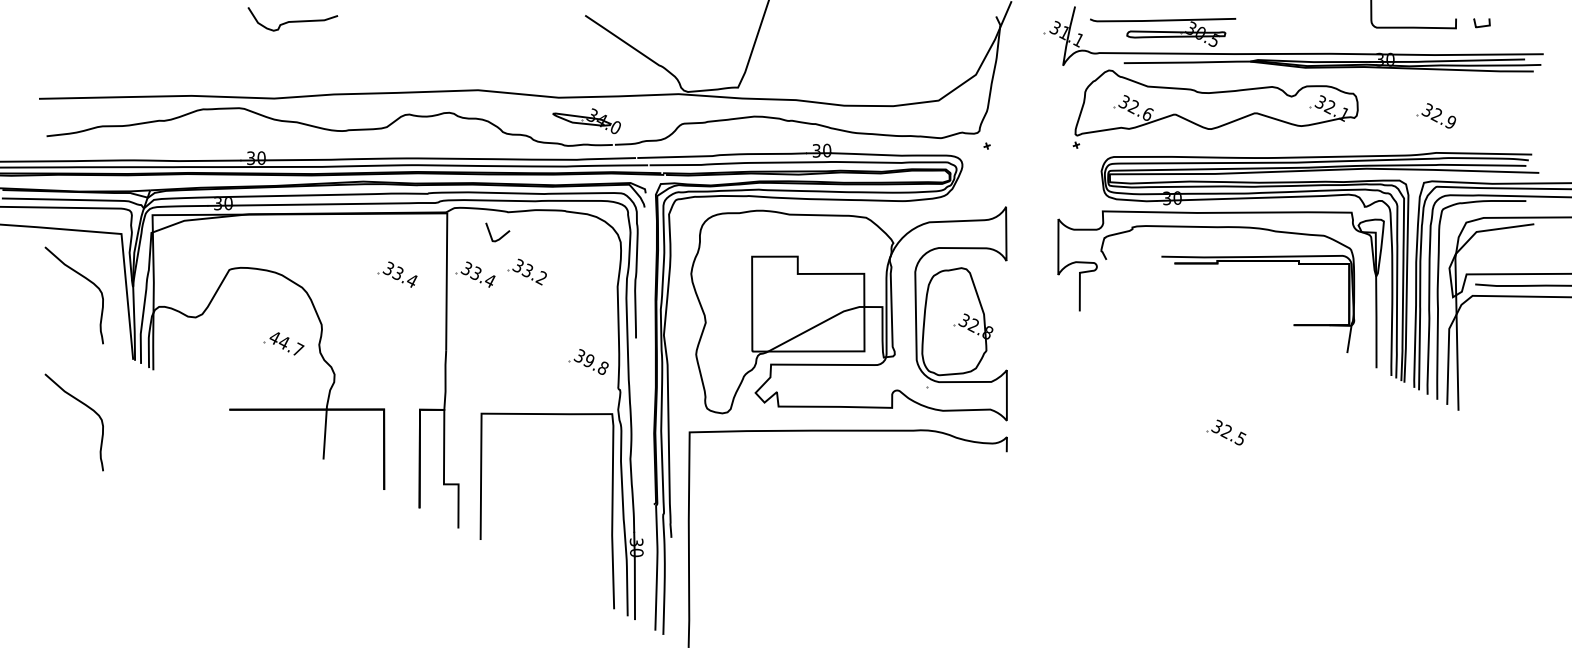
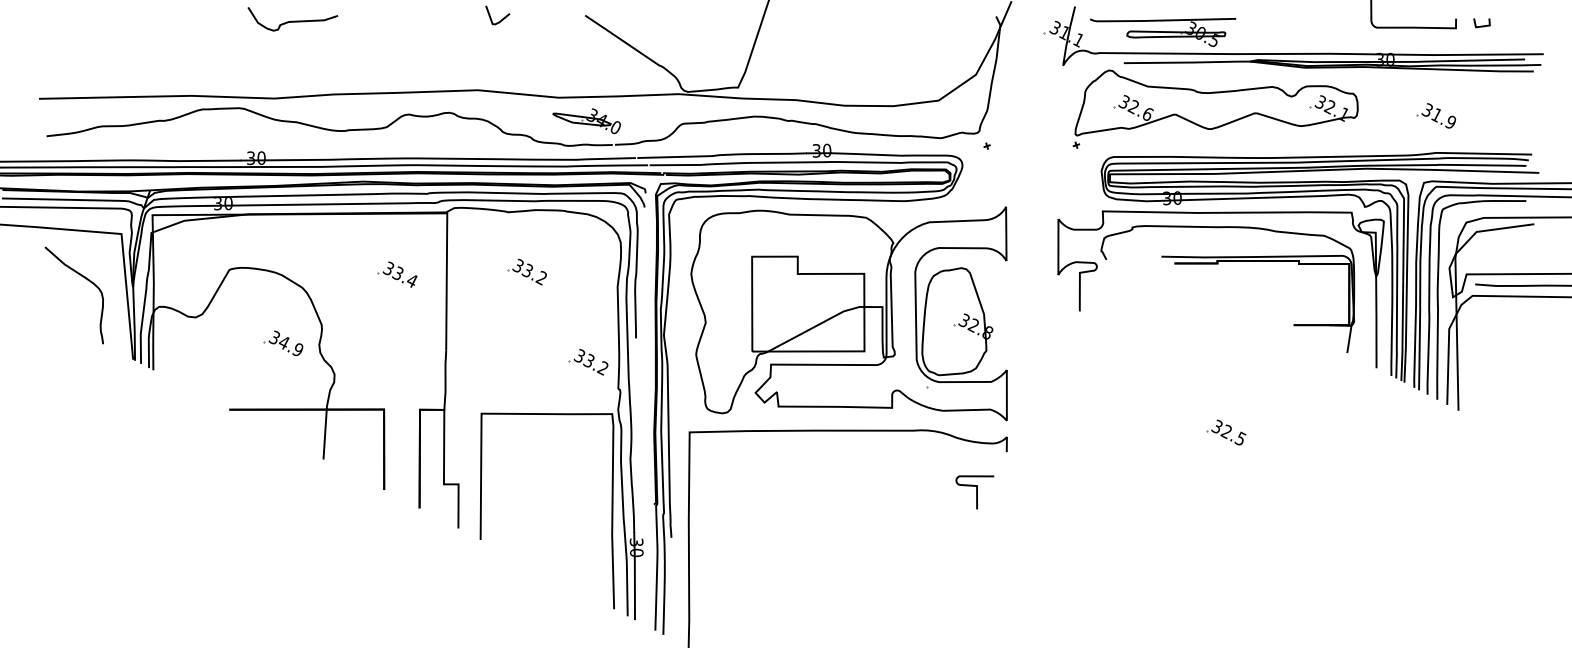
text at (1435, 115): 32.9 -> 31.9
line at (501, 236) position: (501, 236) -> (501, 19)
part at (475, 274): present -> none
text at (286, 343): 44.7 -> 34.9
text at (595, 364): 39.8 -> 33.2
curve at (84, 405): present -> none
curve at (976, 492): none -> present
